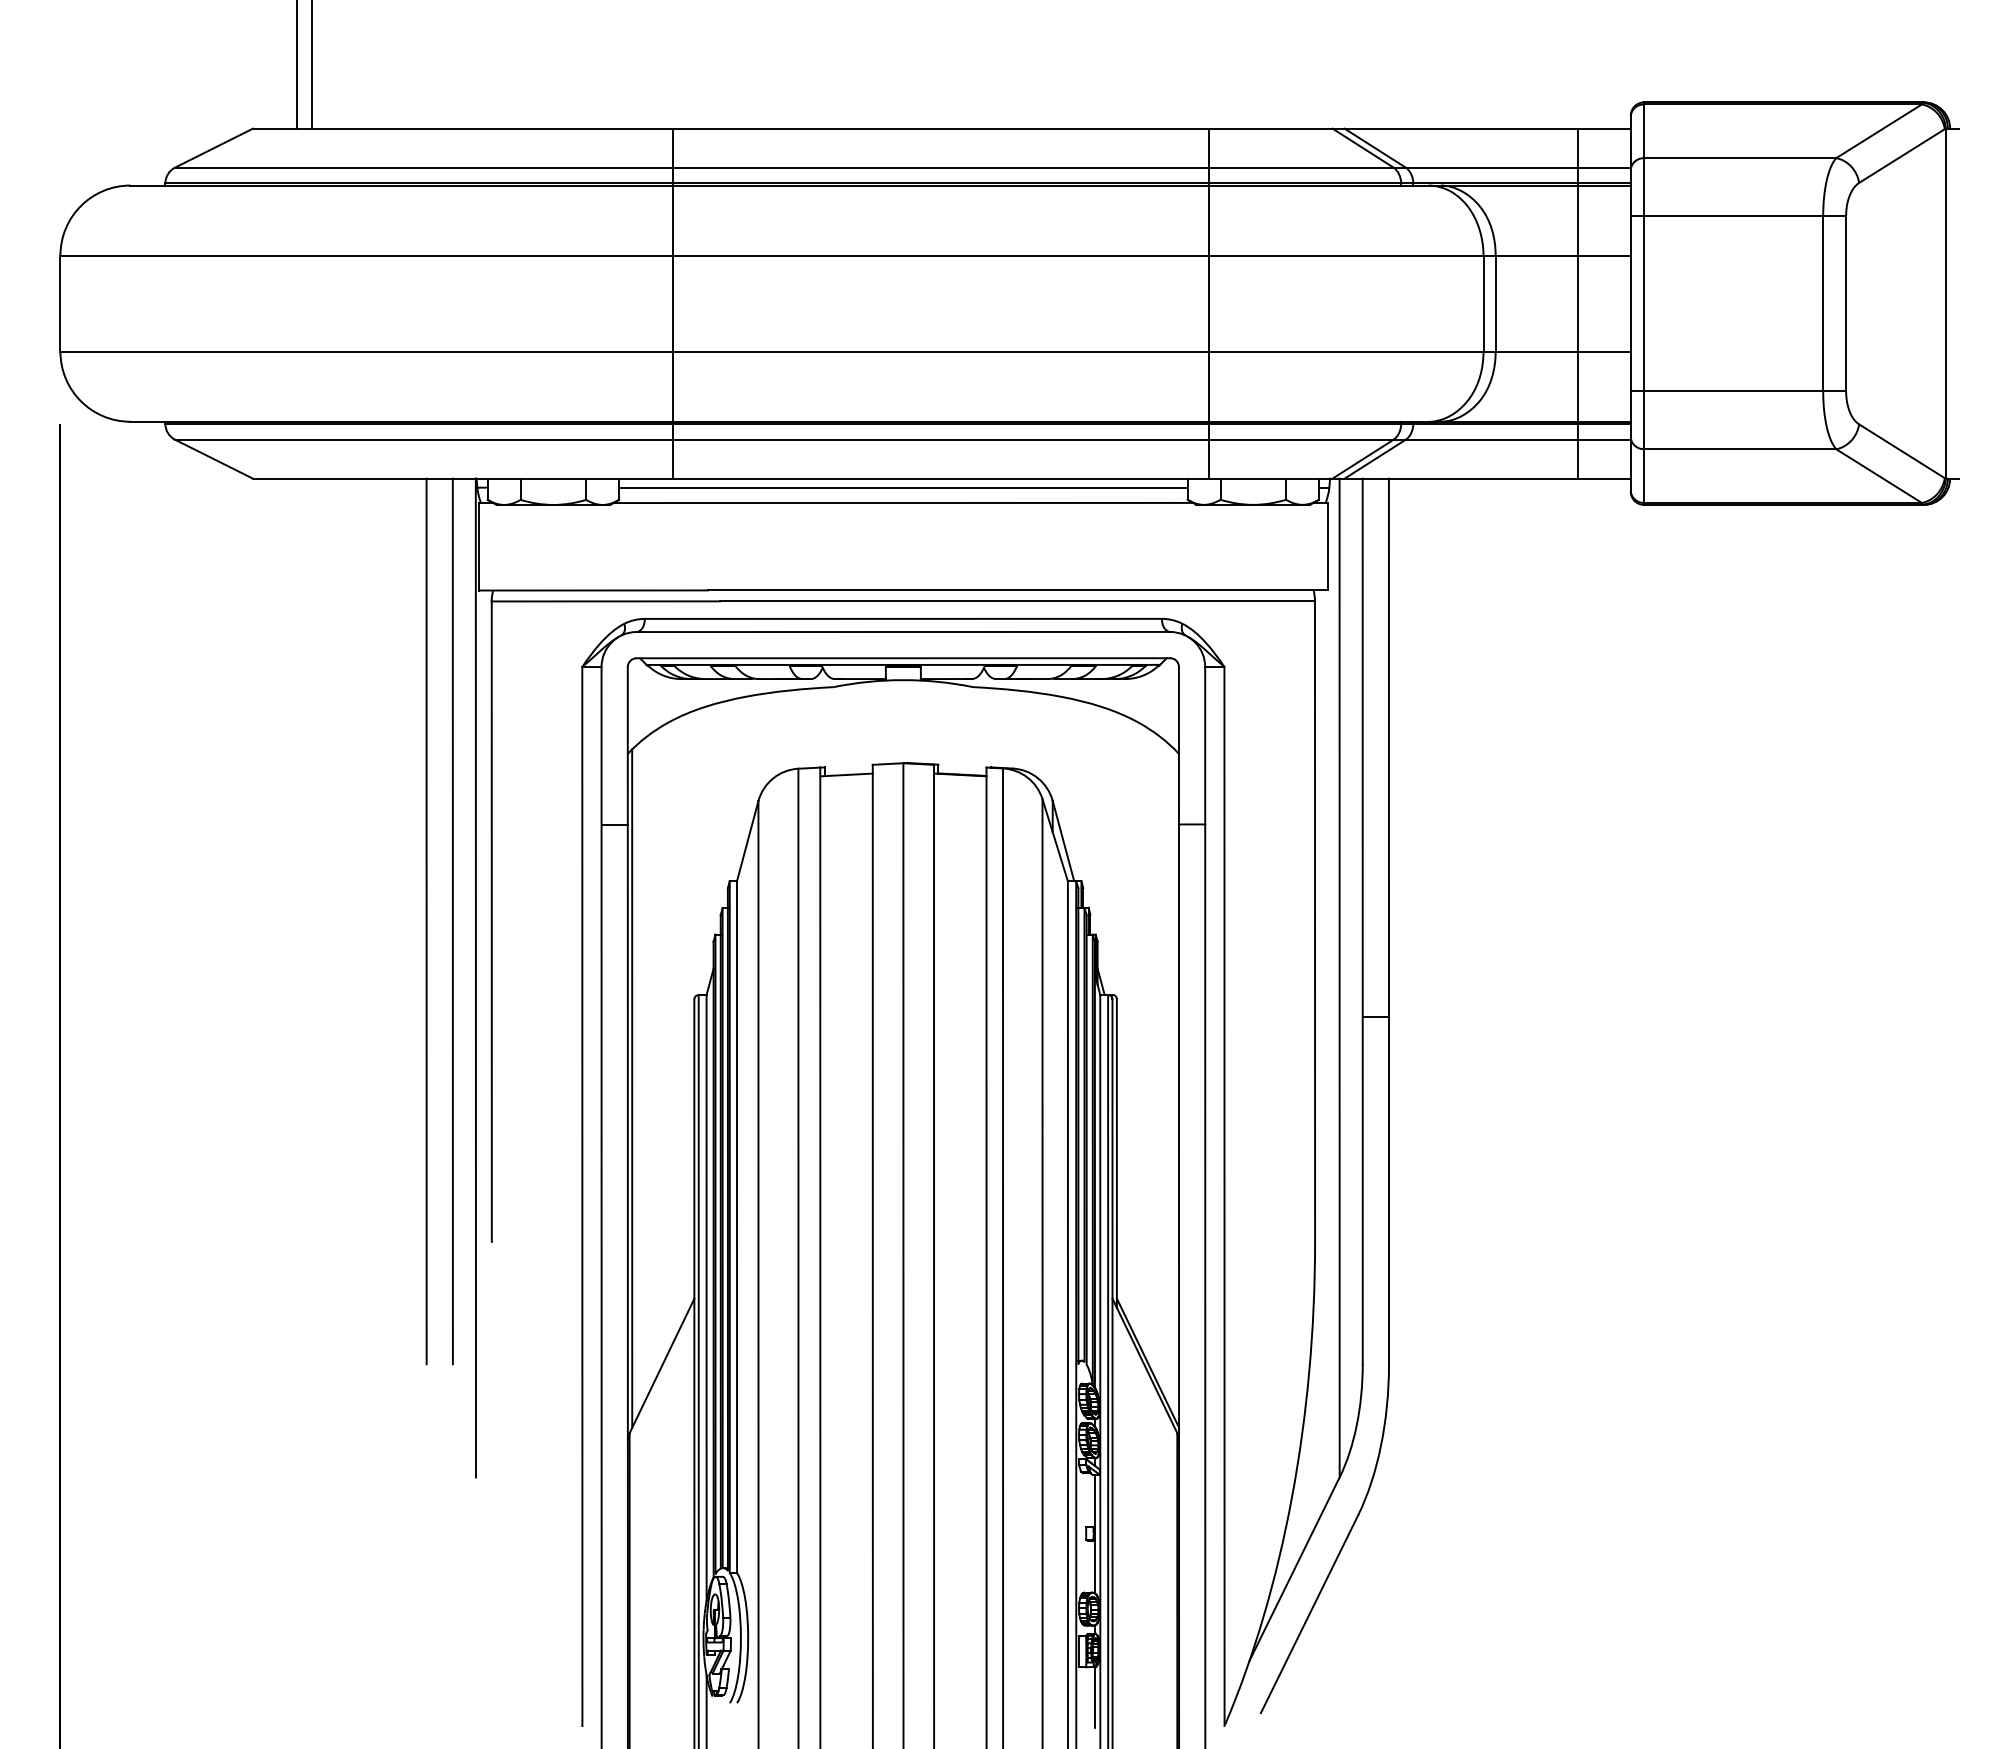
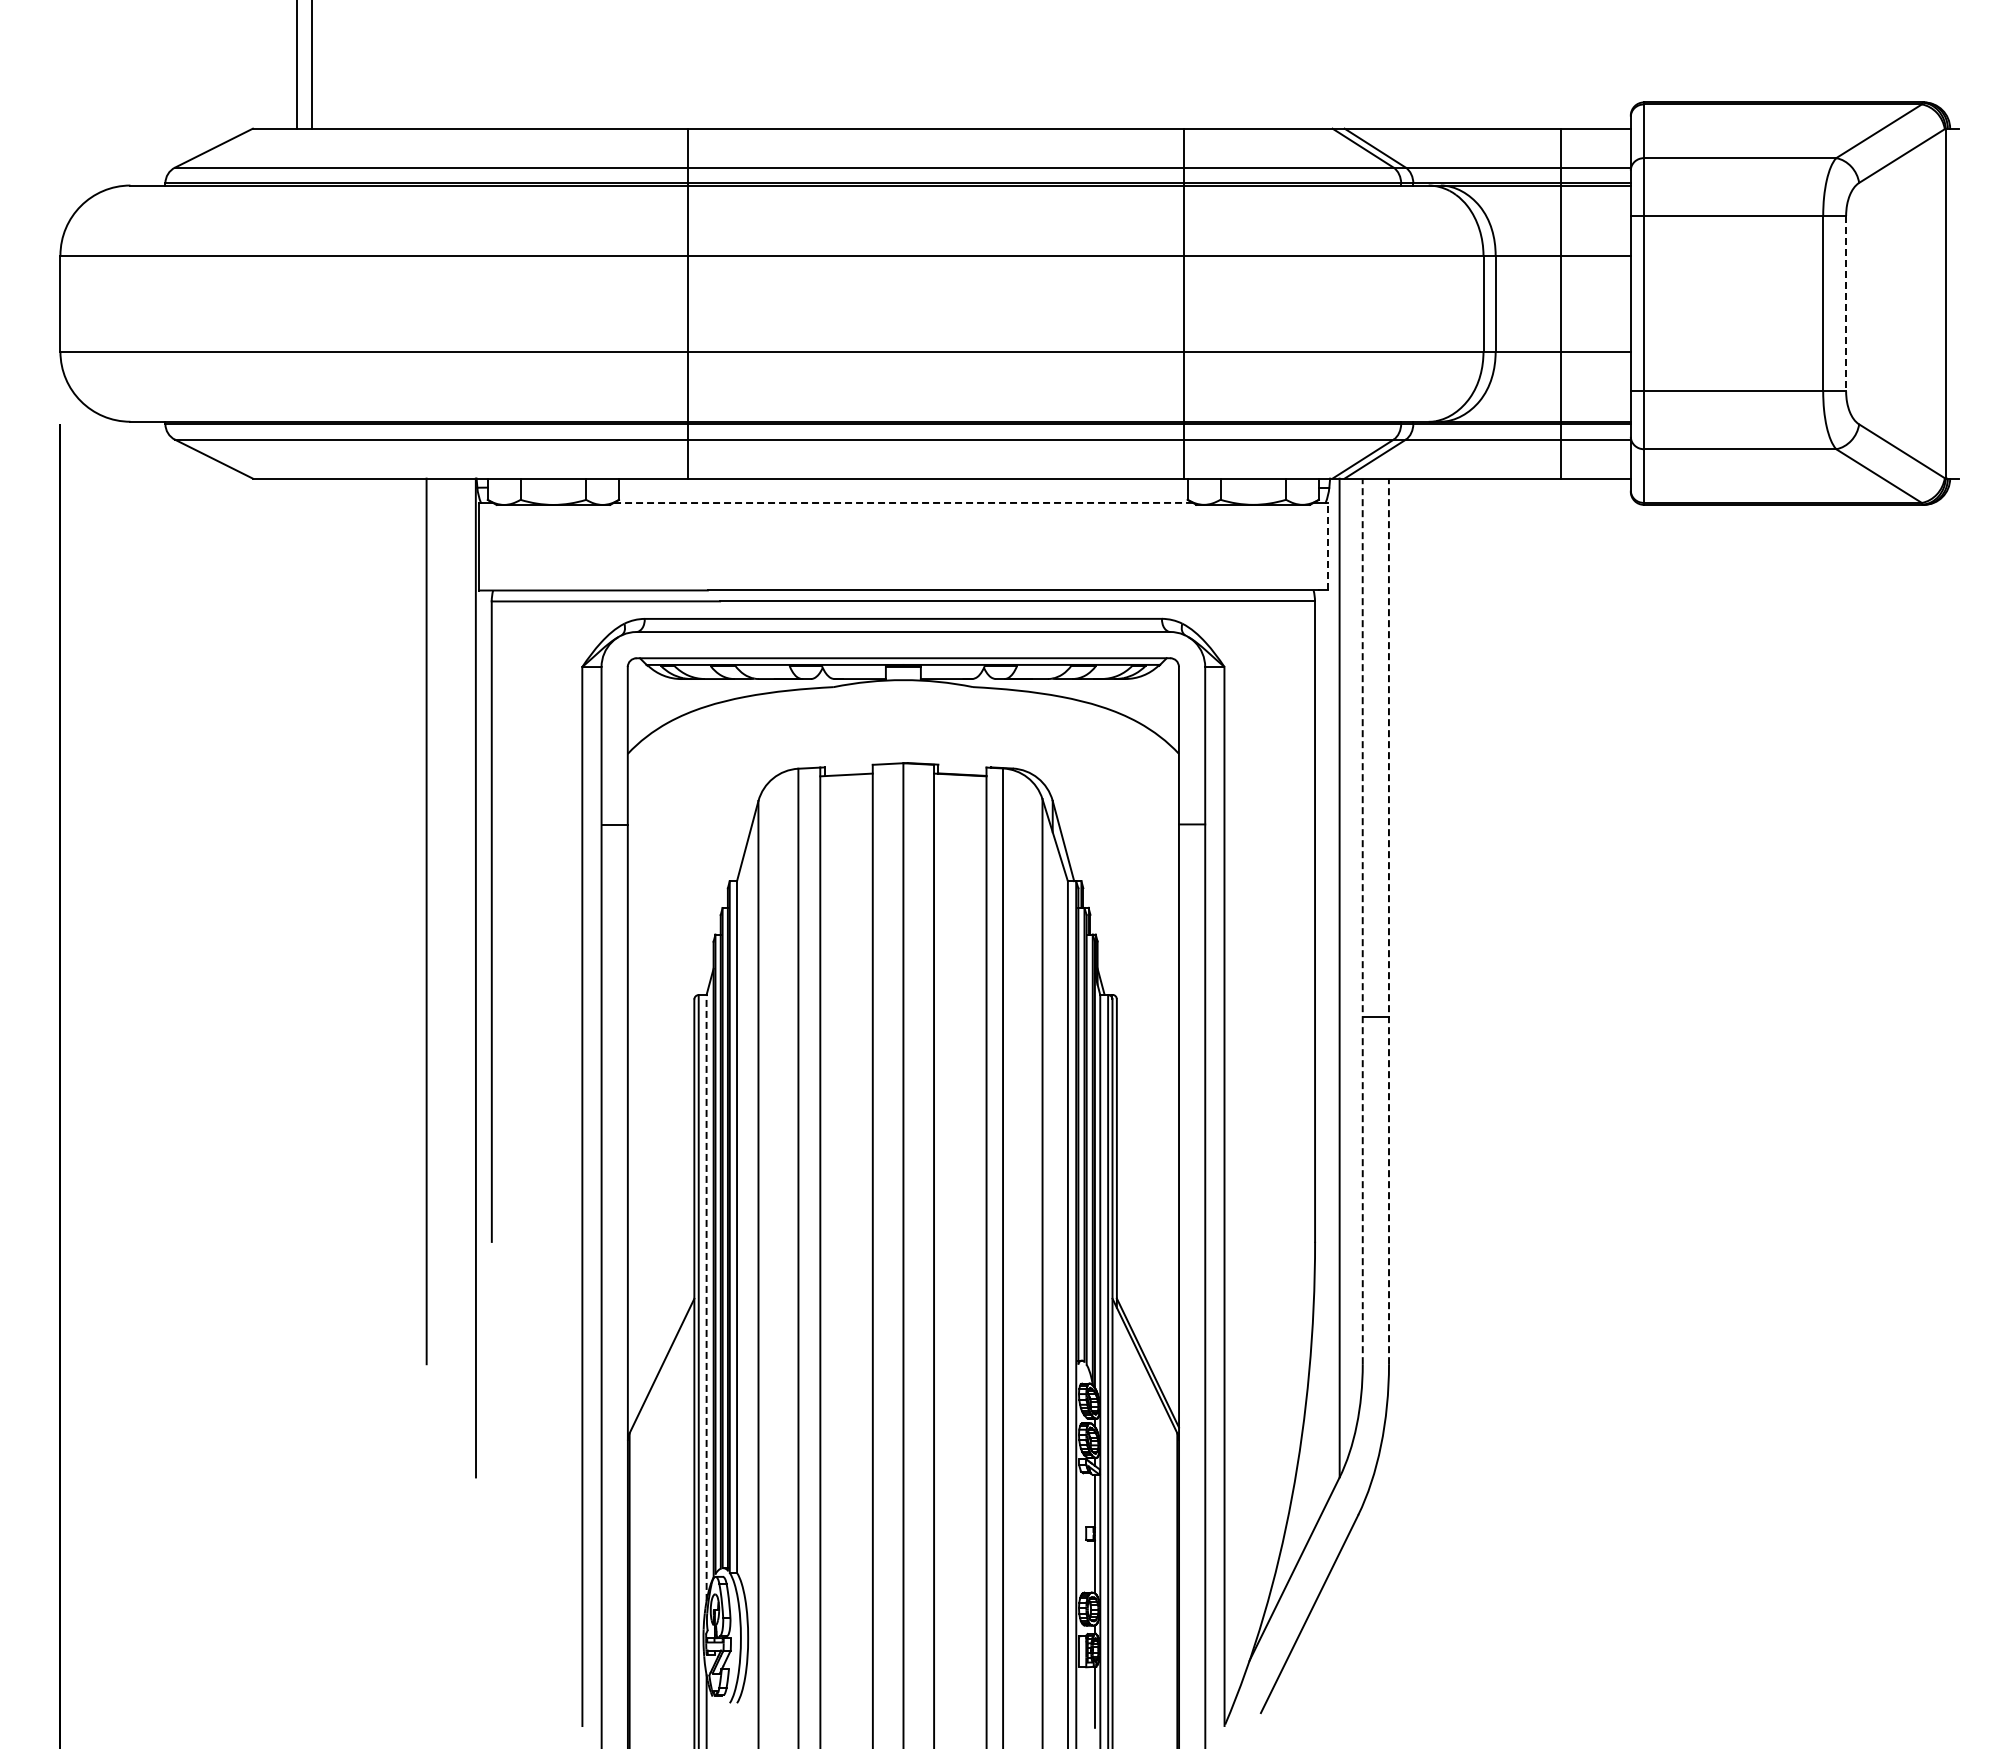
line at (672, 303) position: (672, 303) -> (687, 303)
line at (1209, 303) position: (1209, 303) -> (1184, 303)
line at (1577, 303) position: (1577, 303) -> (1560, 303)
line at (1846, 303): solid -> dashed
line at (903, 487): present -> none
line at (903, 502): solid -> dashed
line at (1327, 546): solid -> dashed
line at (452, 921): present -> none
line at (1362, 921): solid -> dashed
line at (1388, 921): solid -> dashed
line at (632, 1088): present -> none
line at (706, 1298): solid -> dashed
